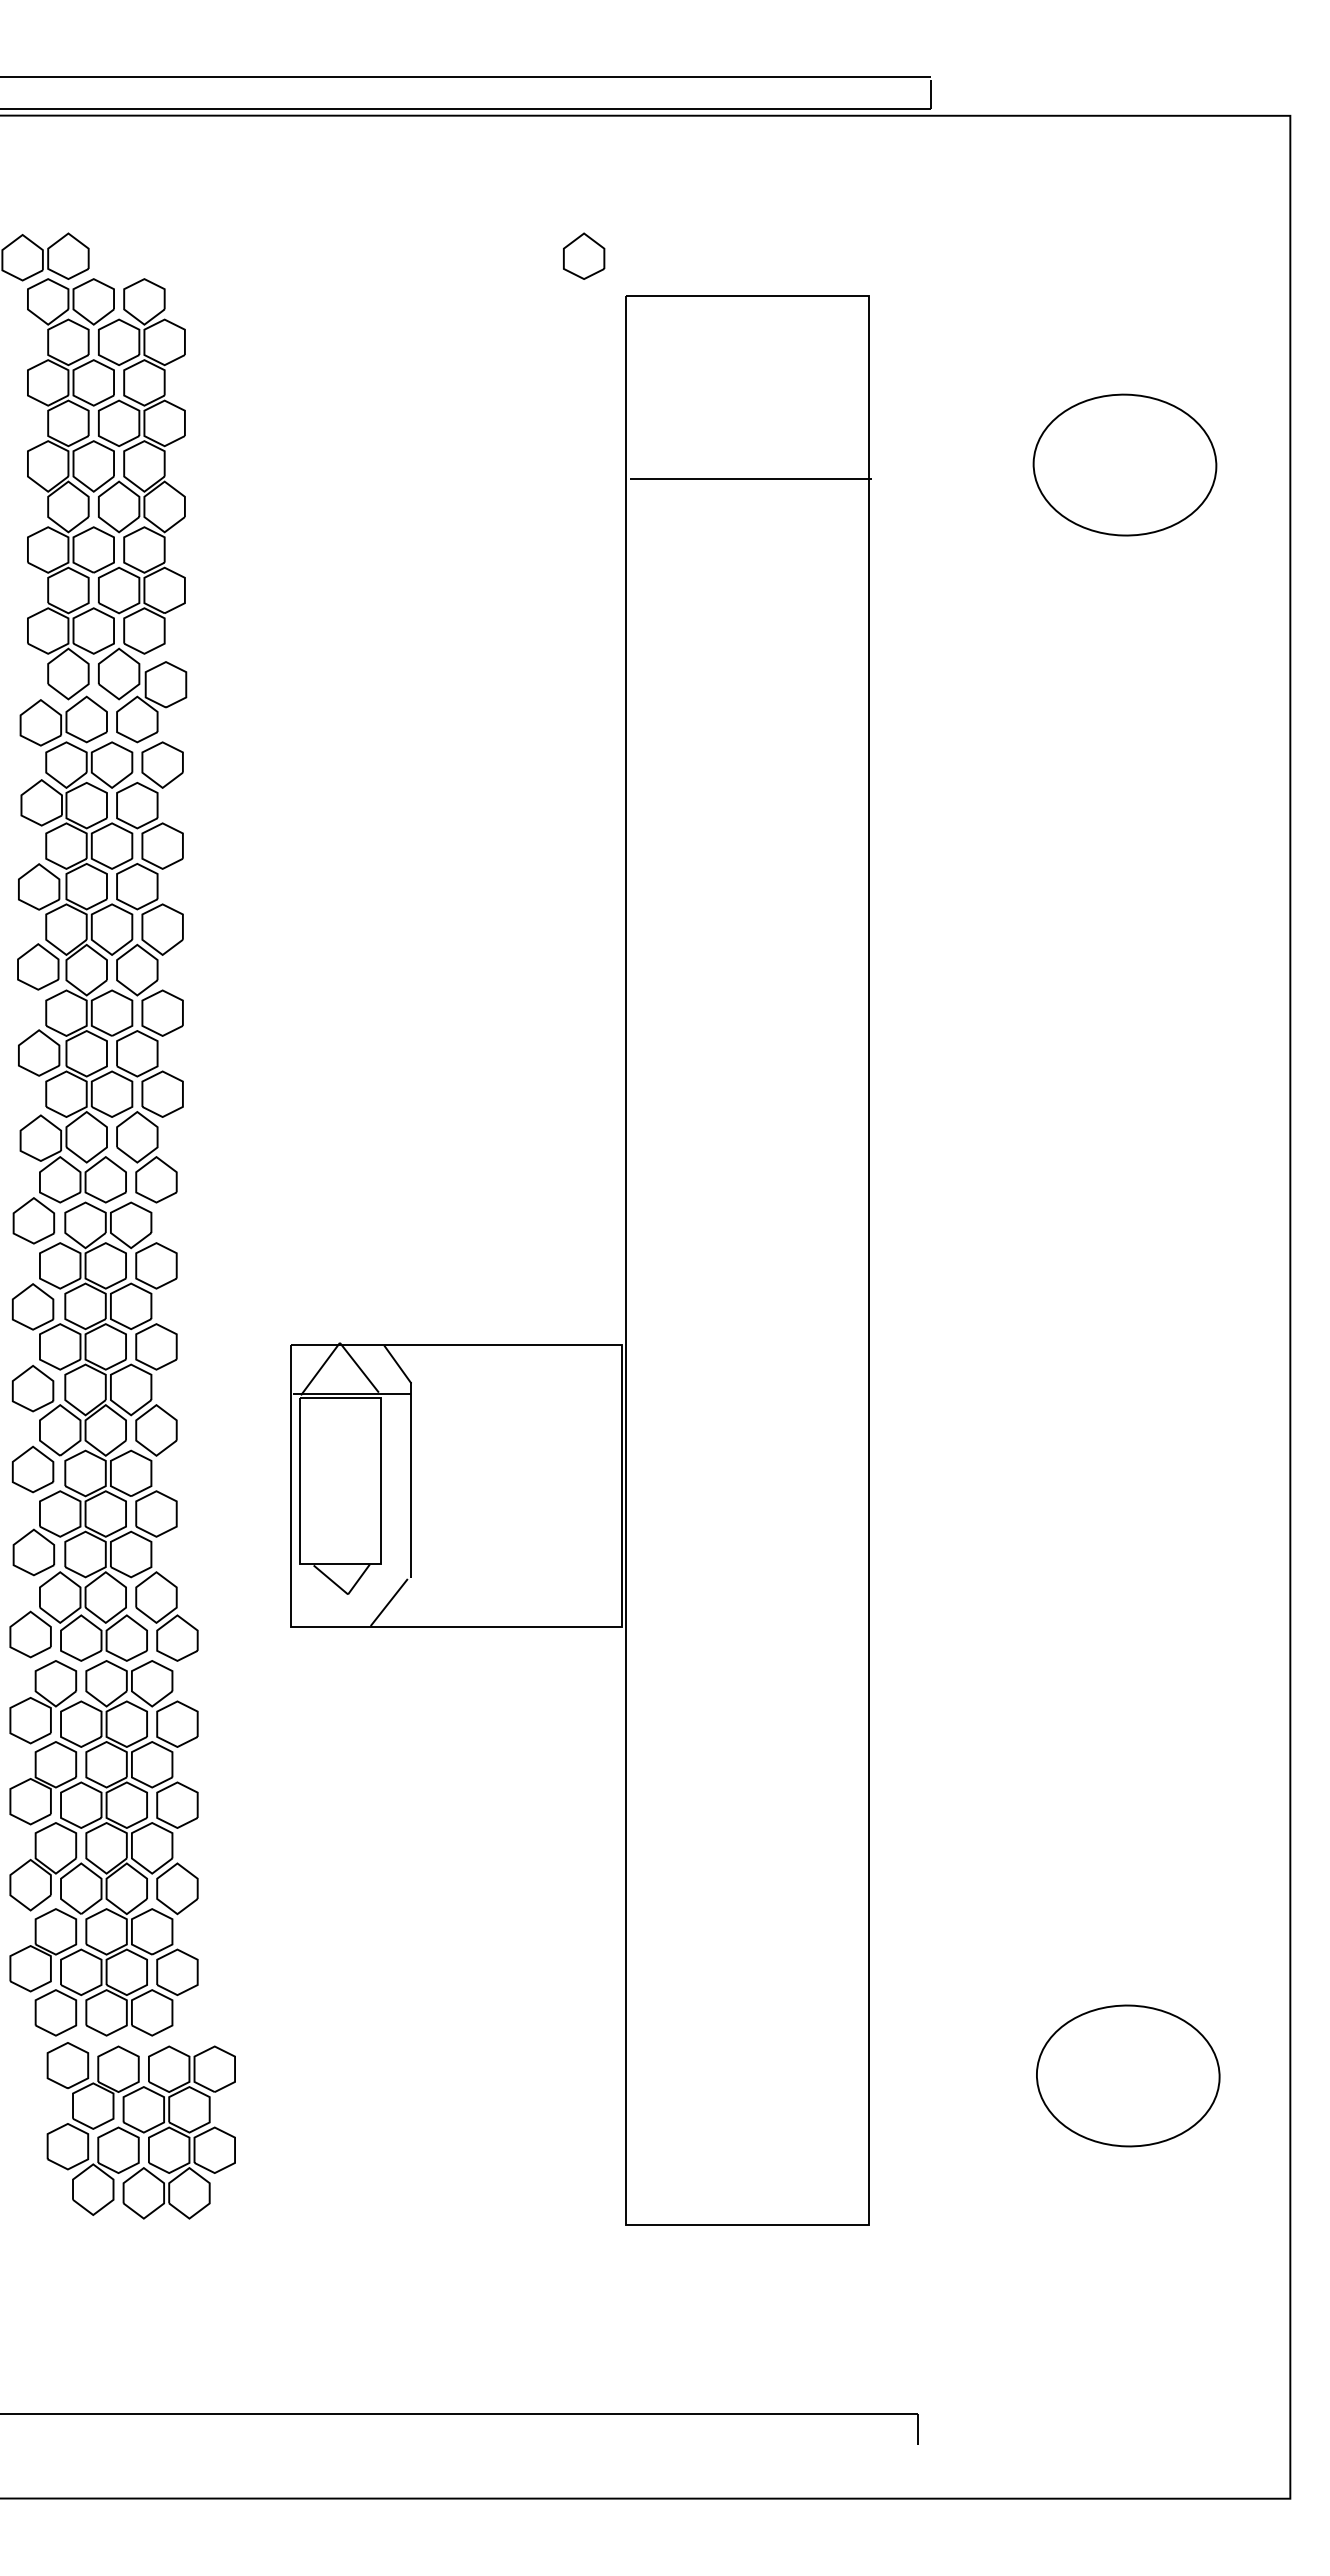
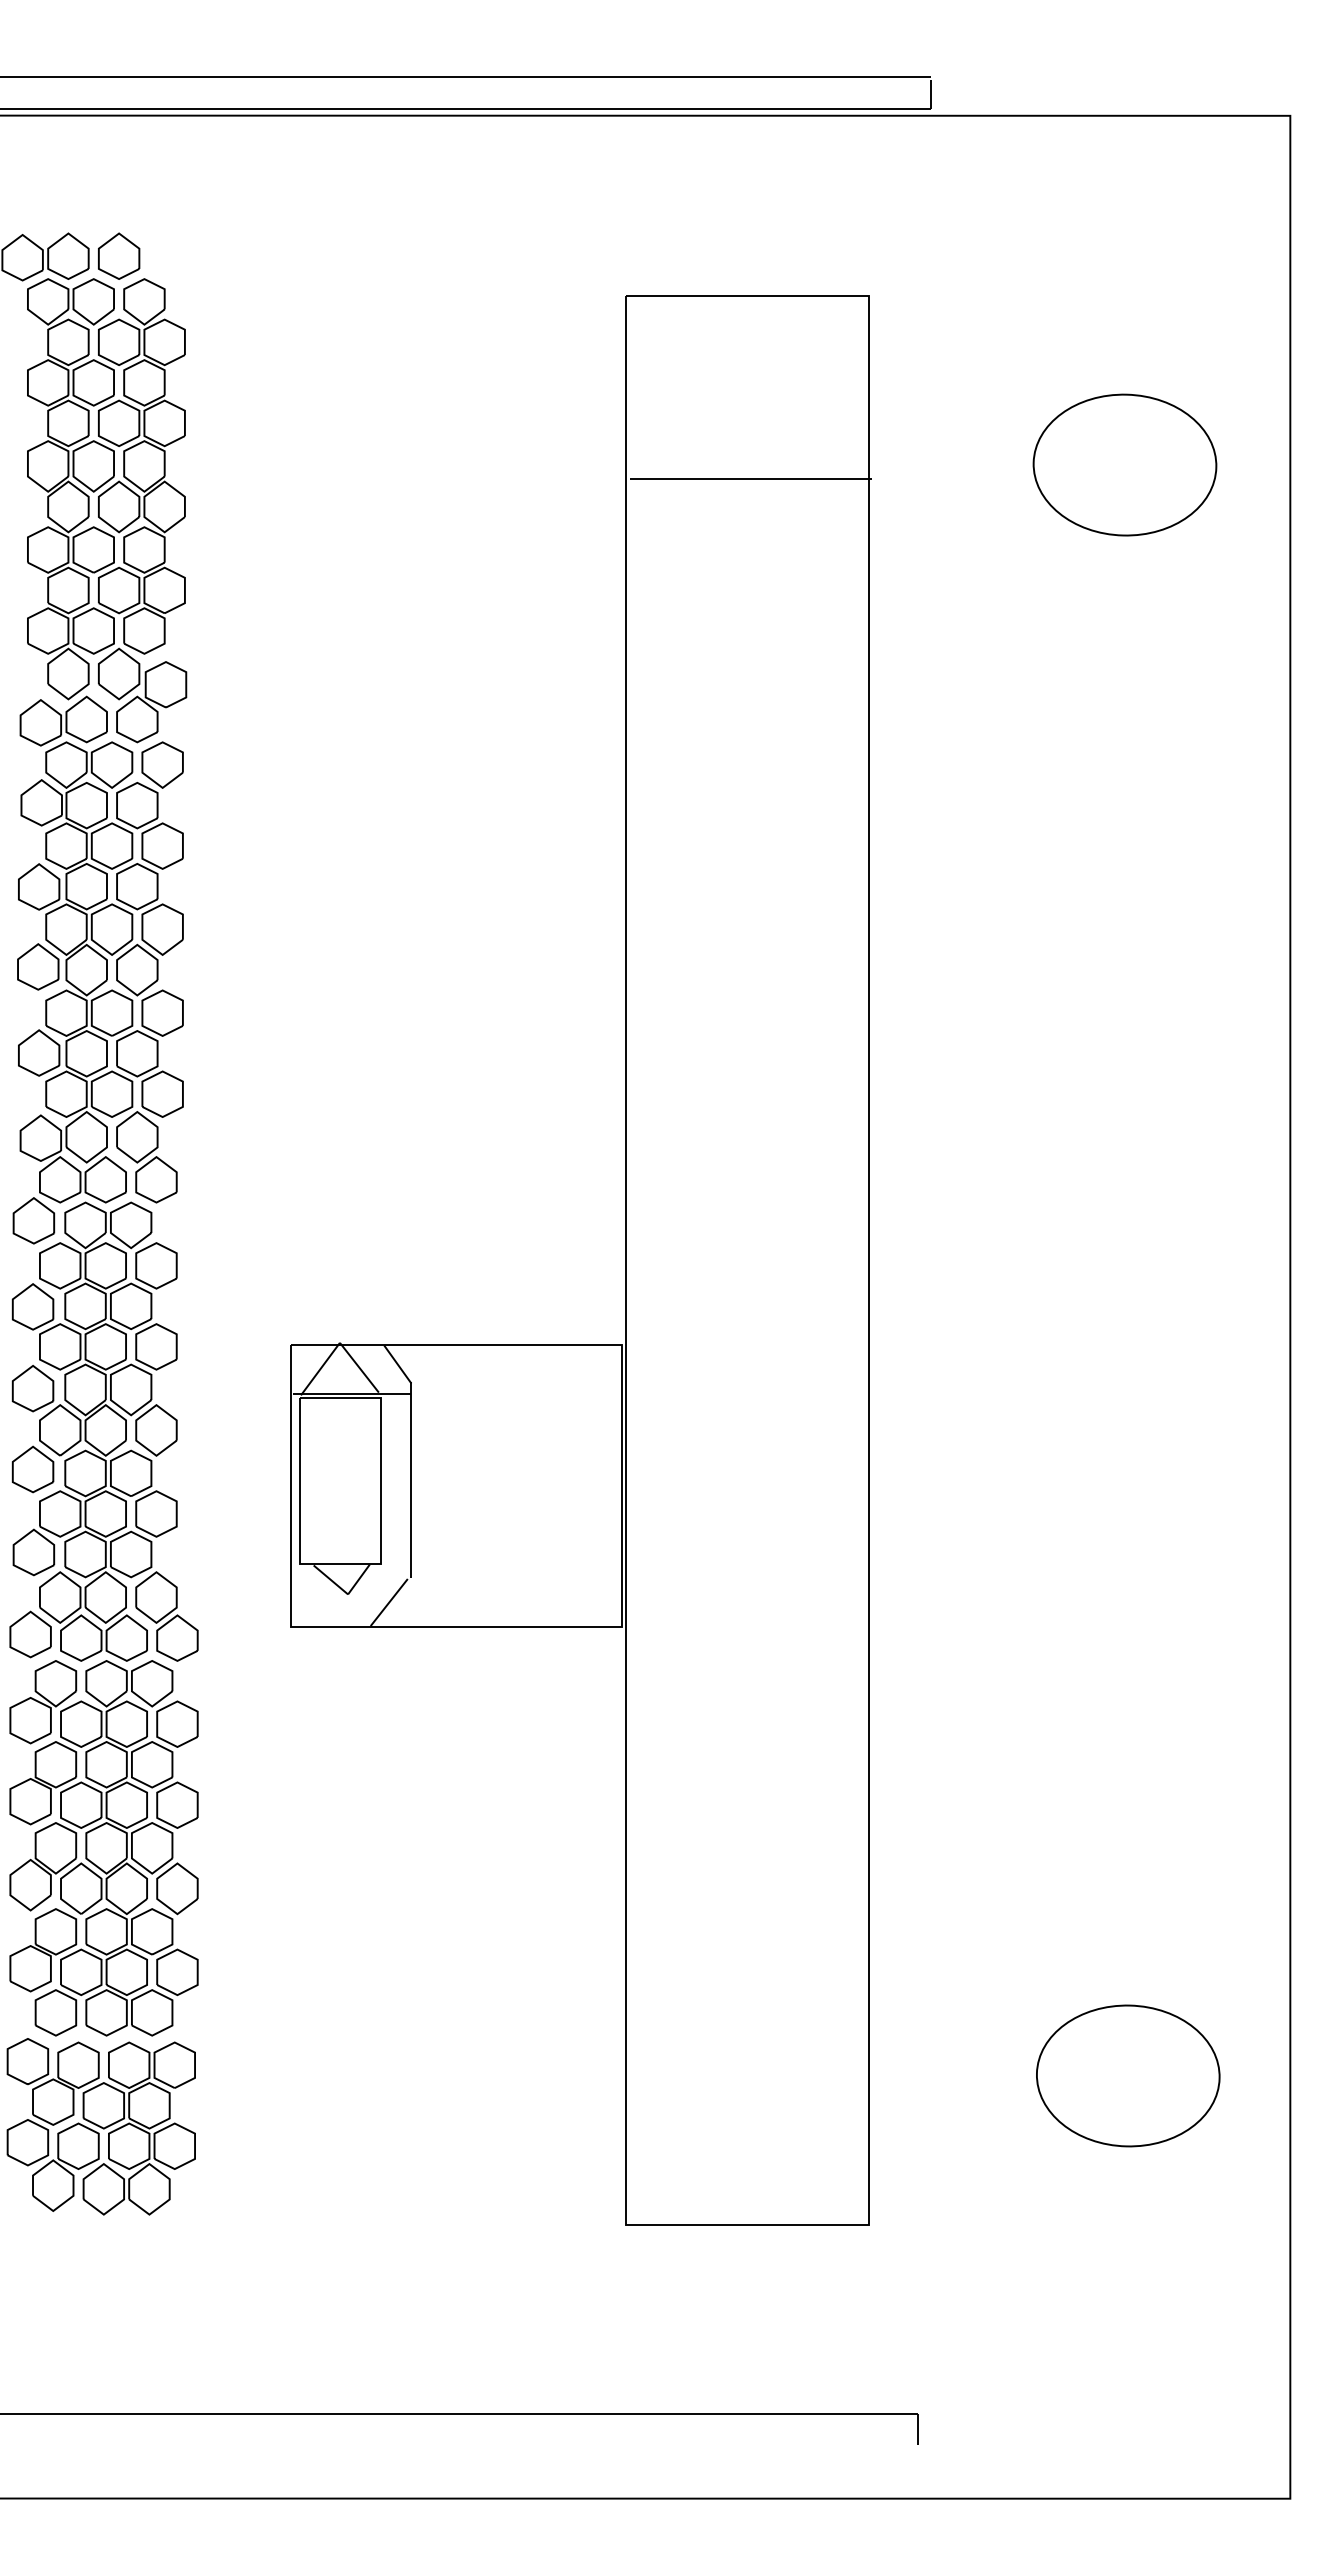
part at (584, 255) position: (584, 255) -> (119, 255)
part at (140, 2130) position: (140, 2130) -> (100, 2126)
